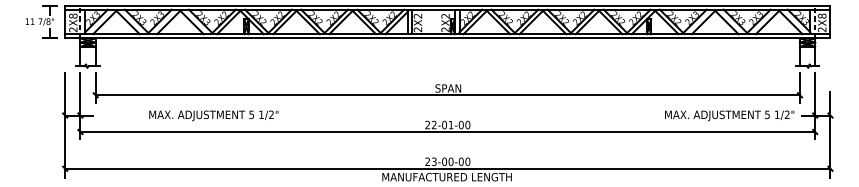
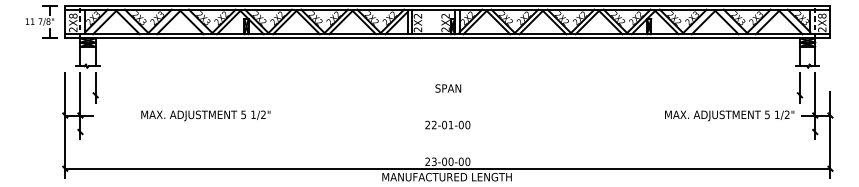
line at (447, 95): present -> none
text at (213, 115) position: (213, 115) -> (205, 115)
line at (447, 132): present -> none
